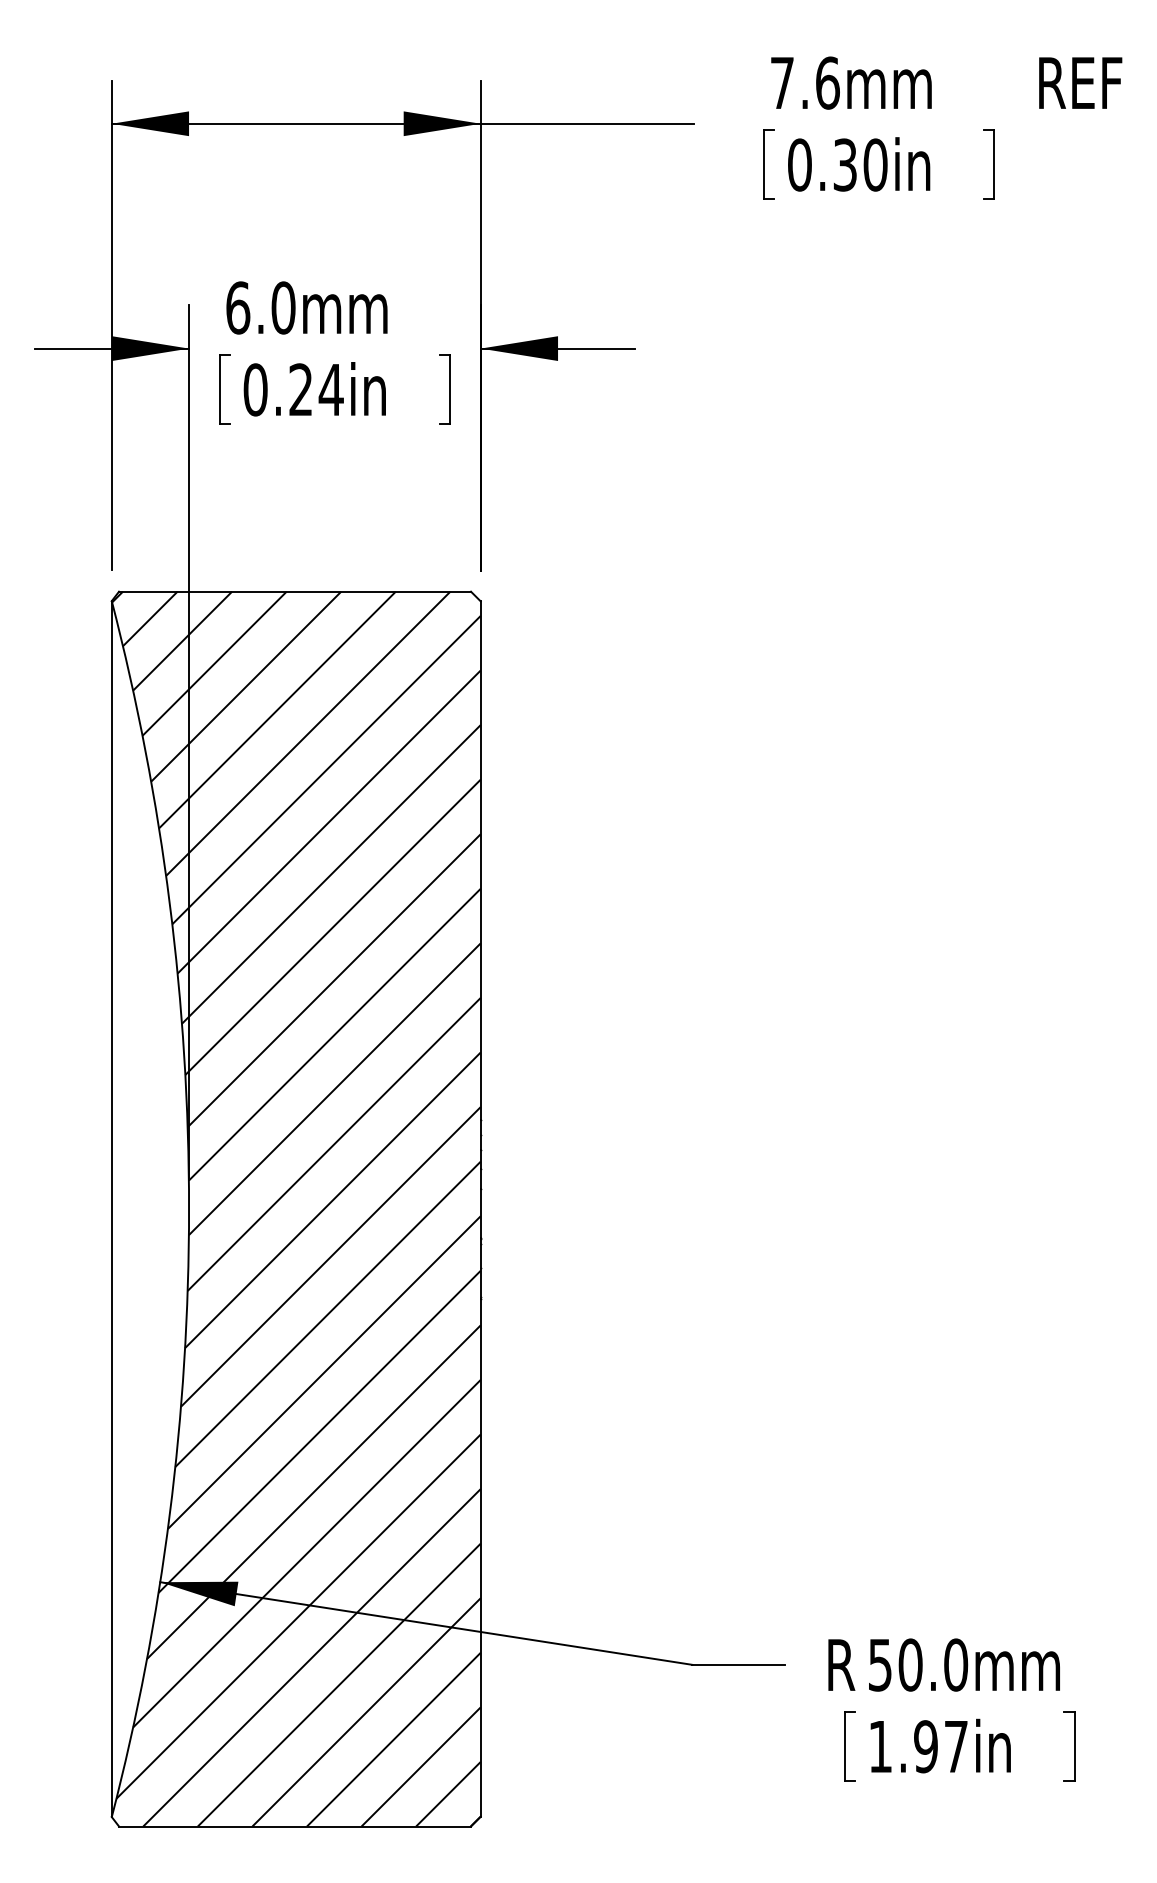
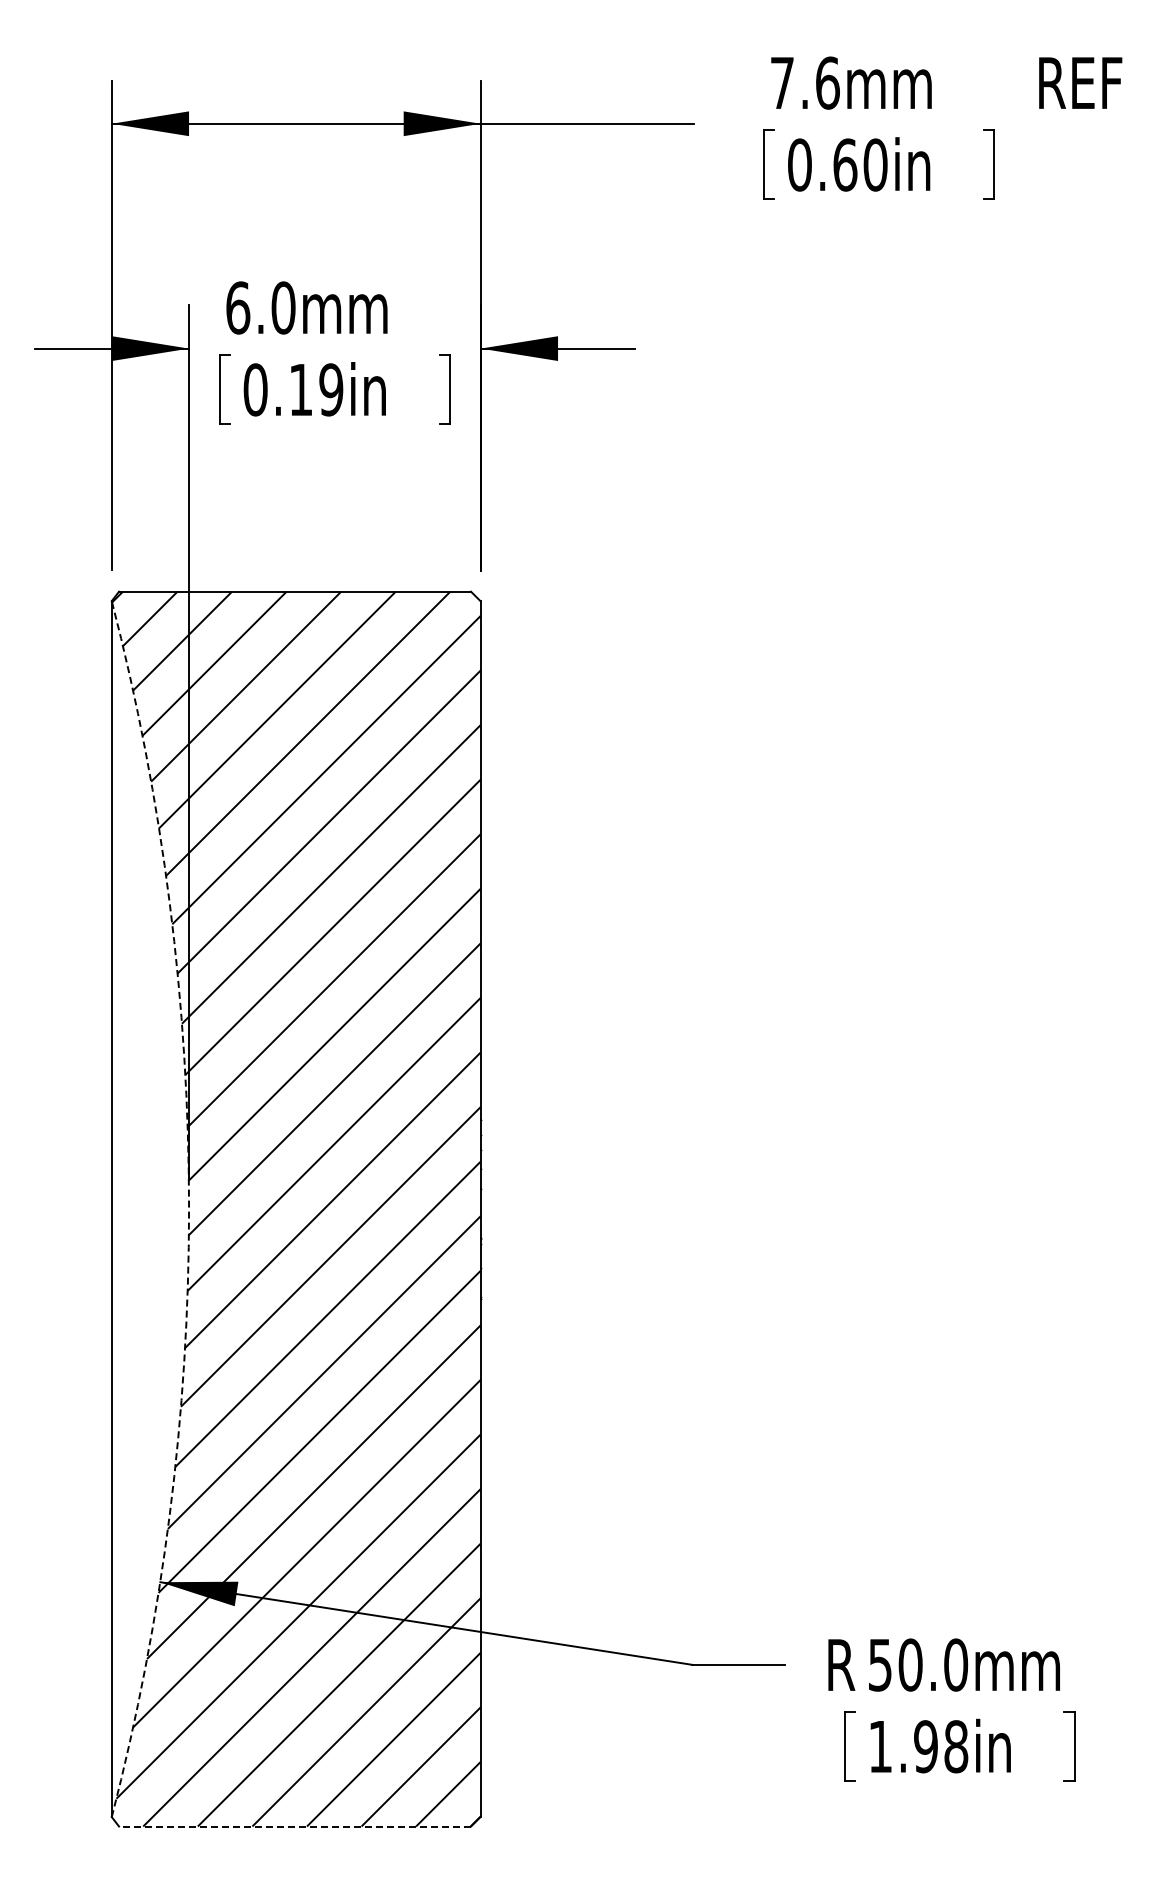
text at (845, 164): 0.30in -> 0.60in
text at (316, 389): 0.24in -> 0.19in
arc at (189, 1209): solid -> dashed
text at (956, 1746): 1.97in -> 1.98in
line at (295, 1826): solid -> dashed
